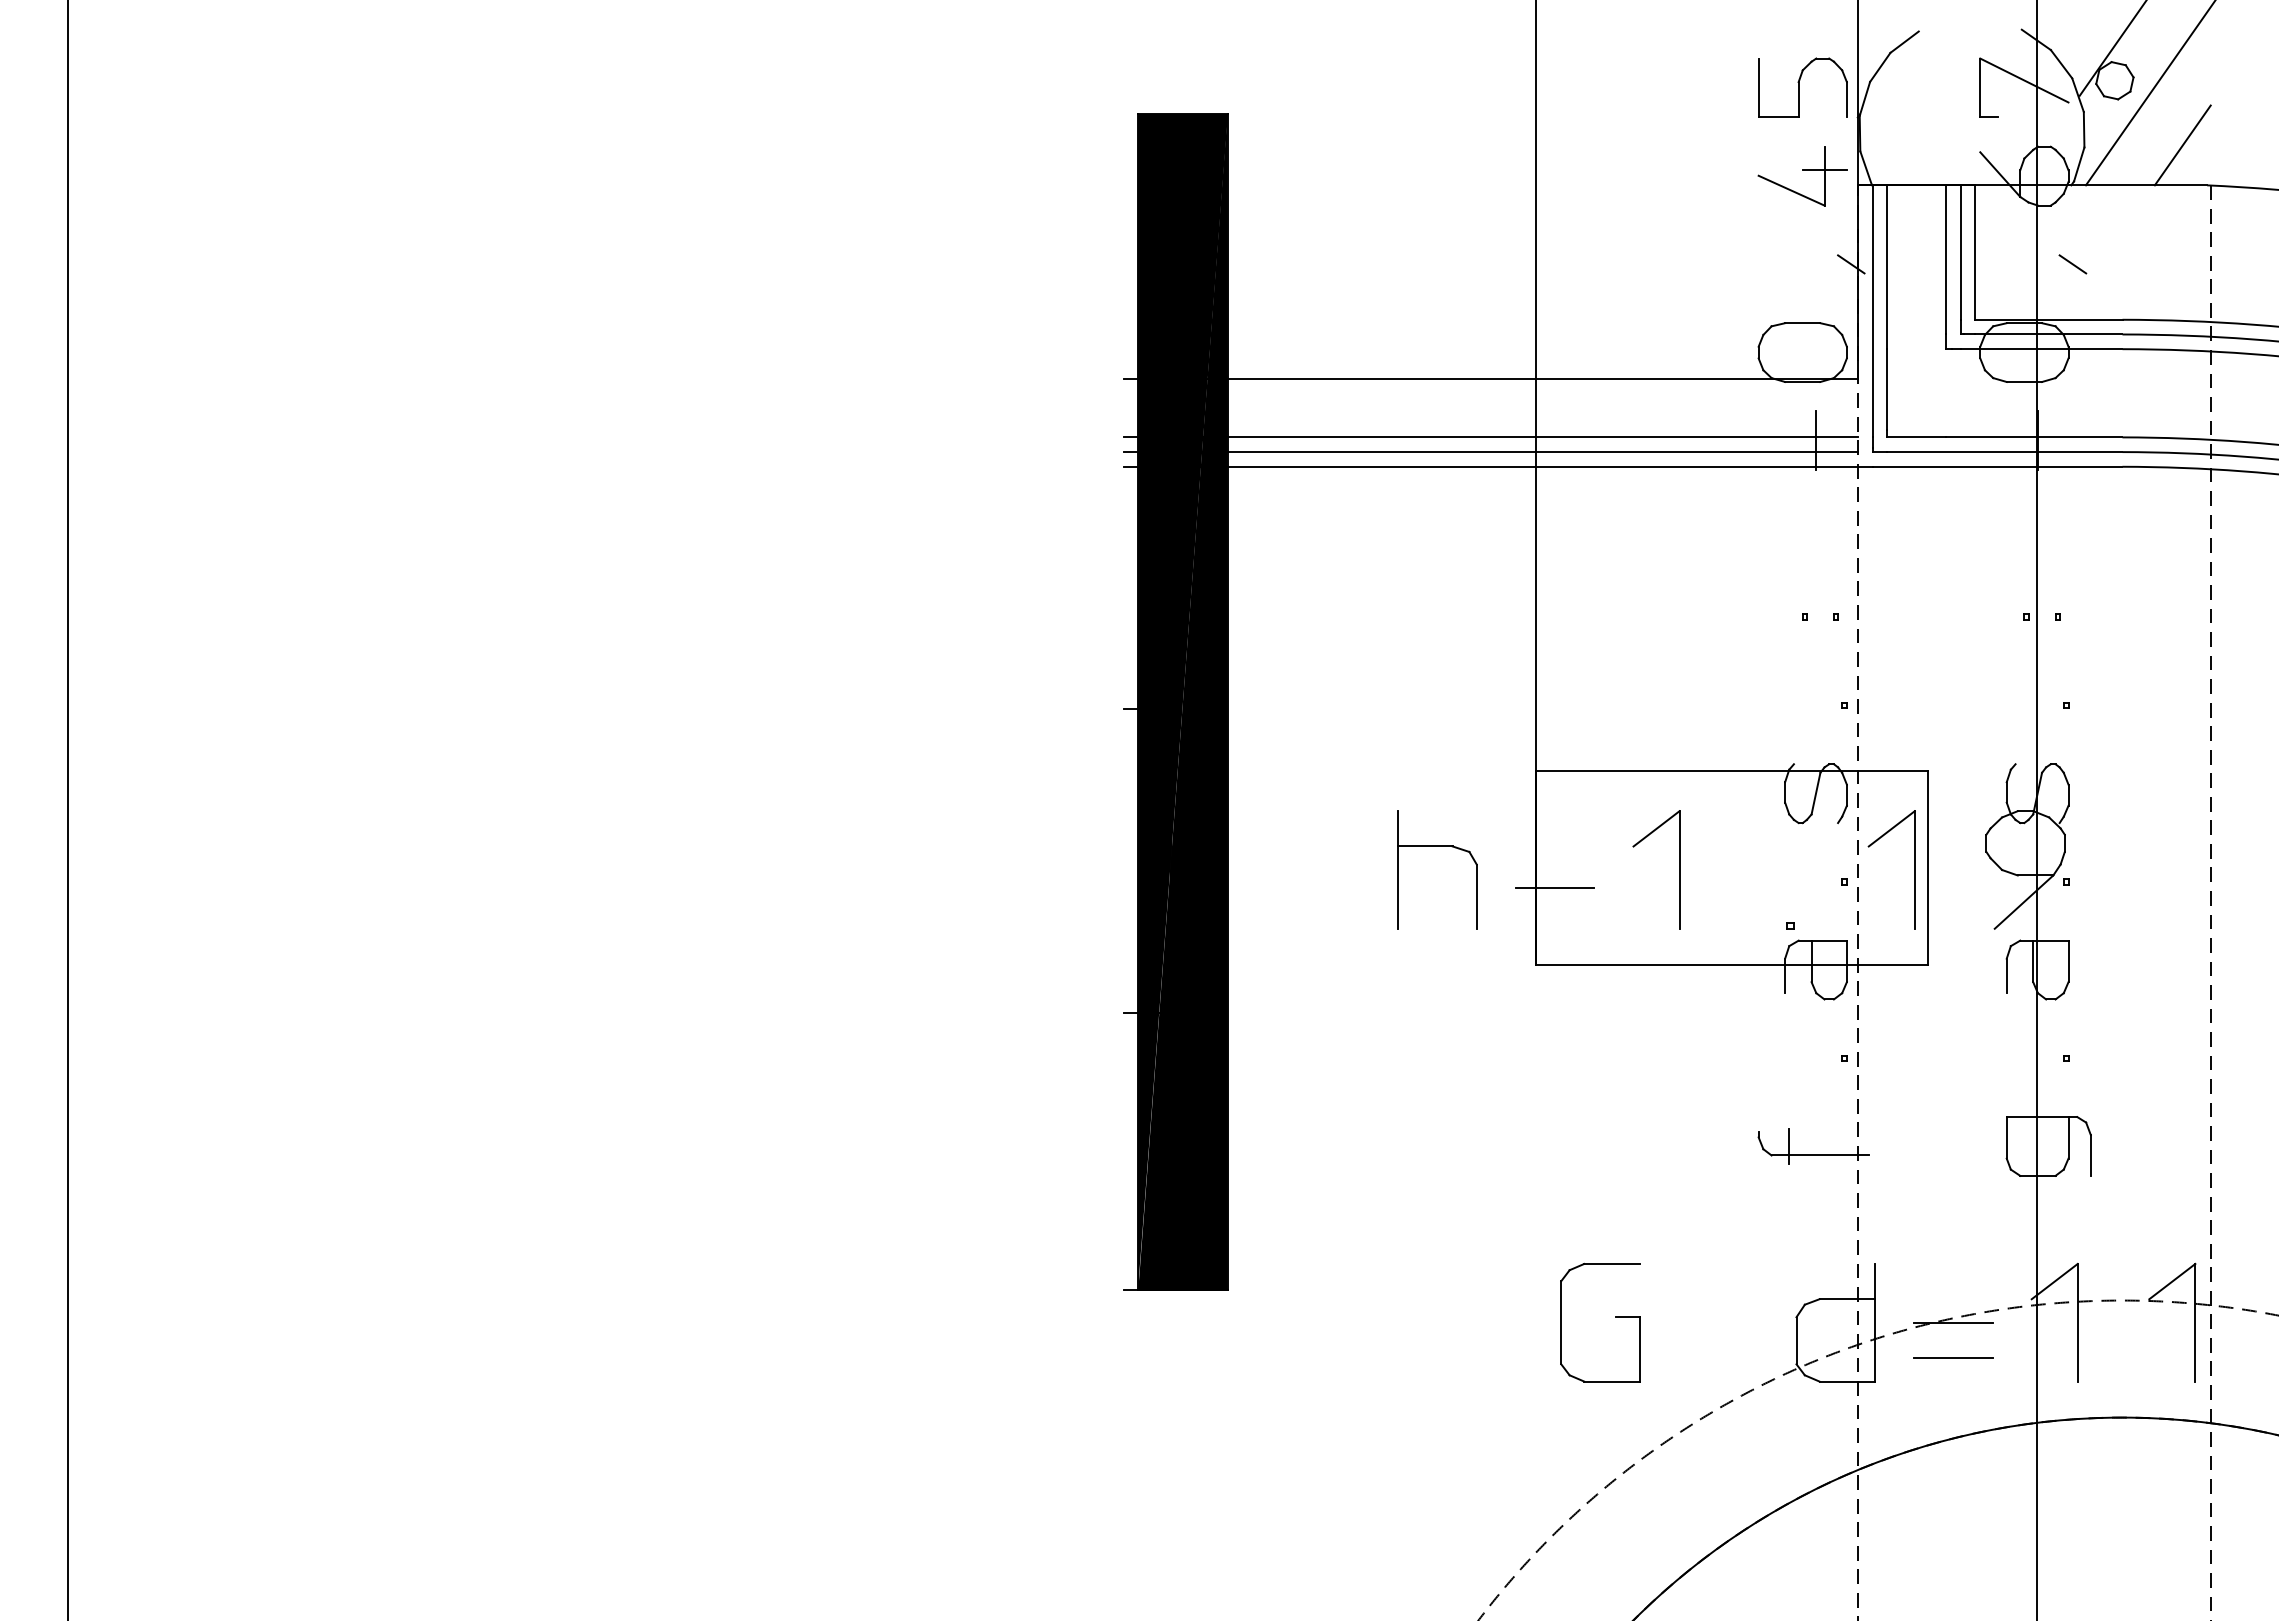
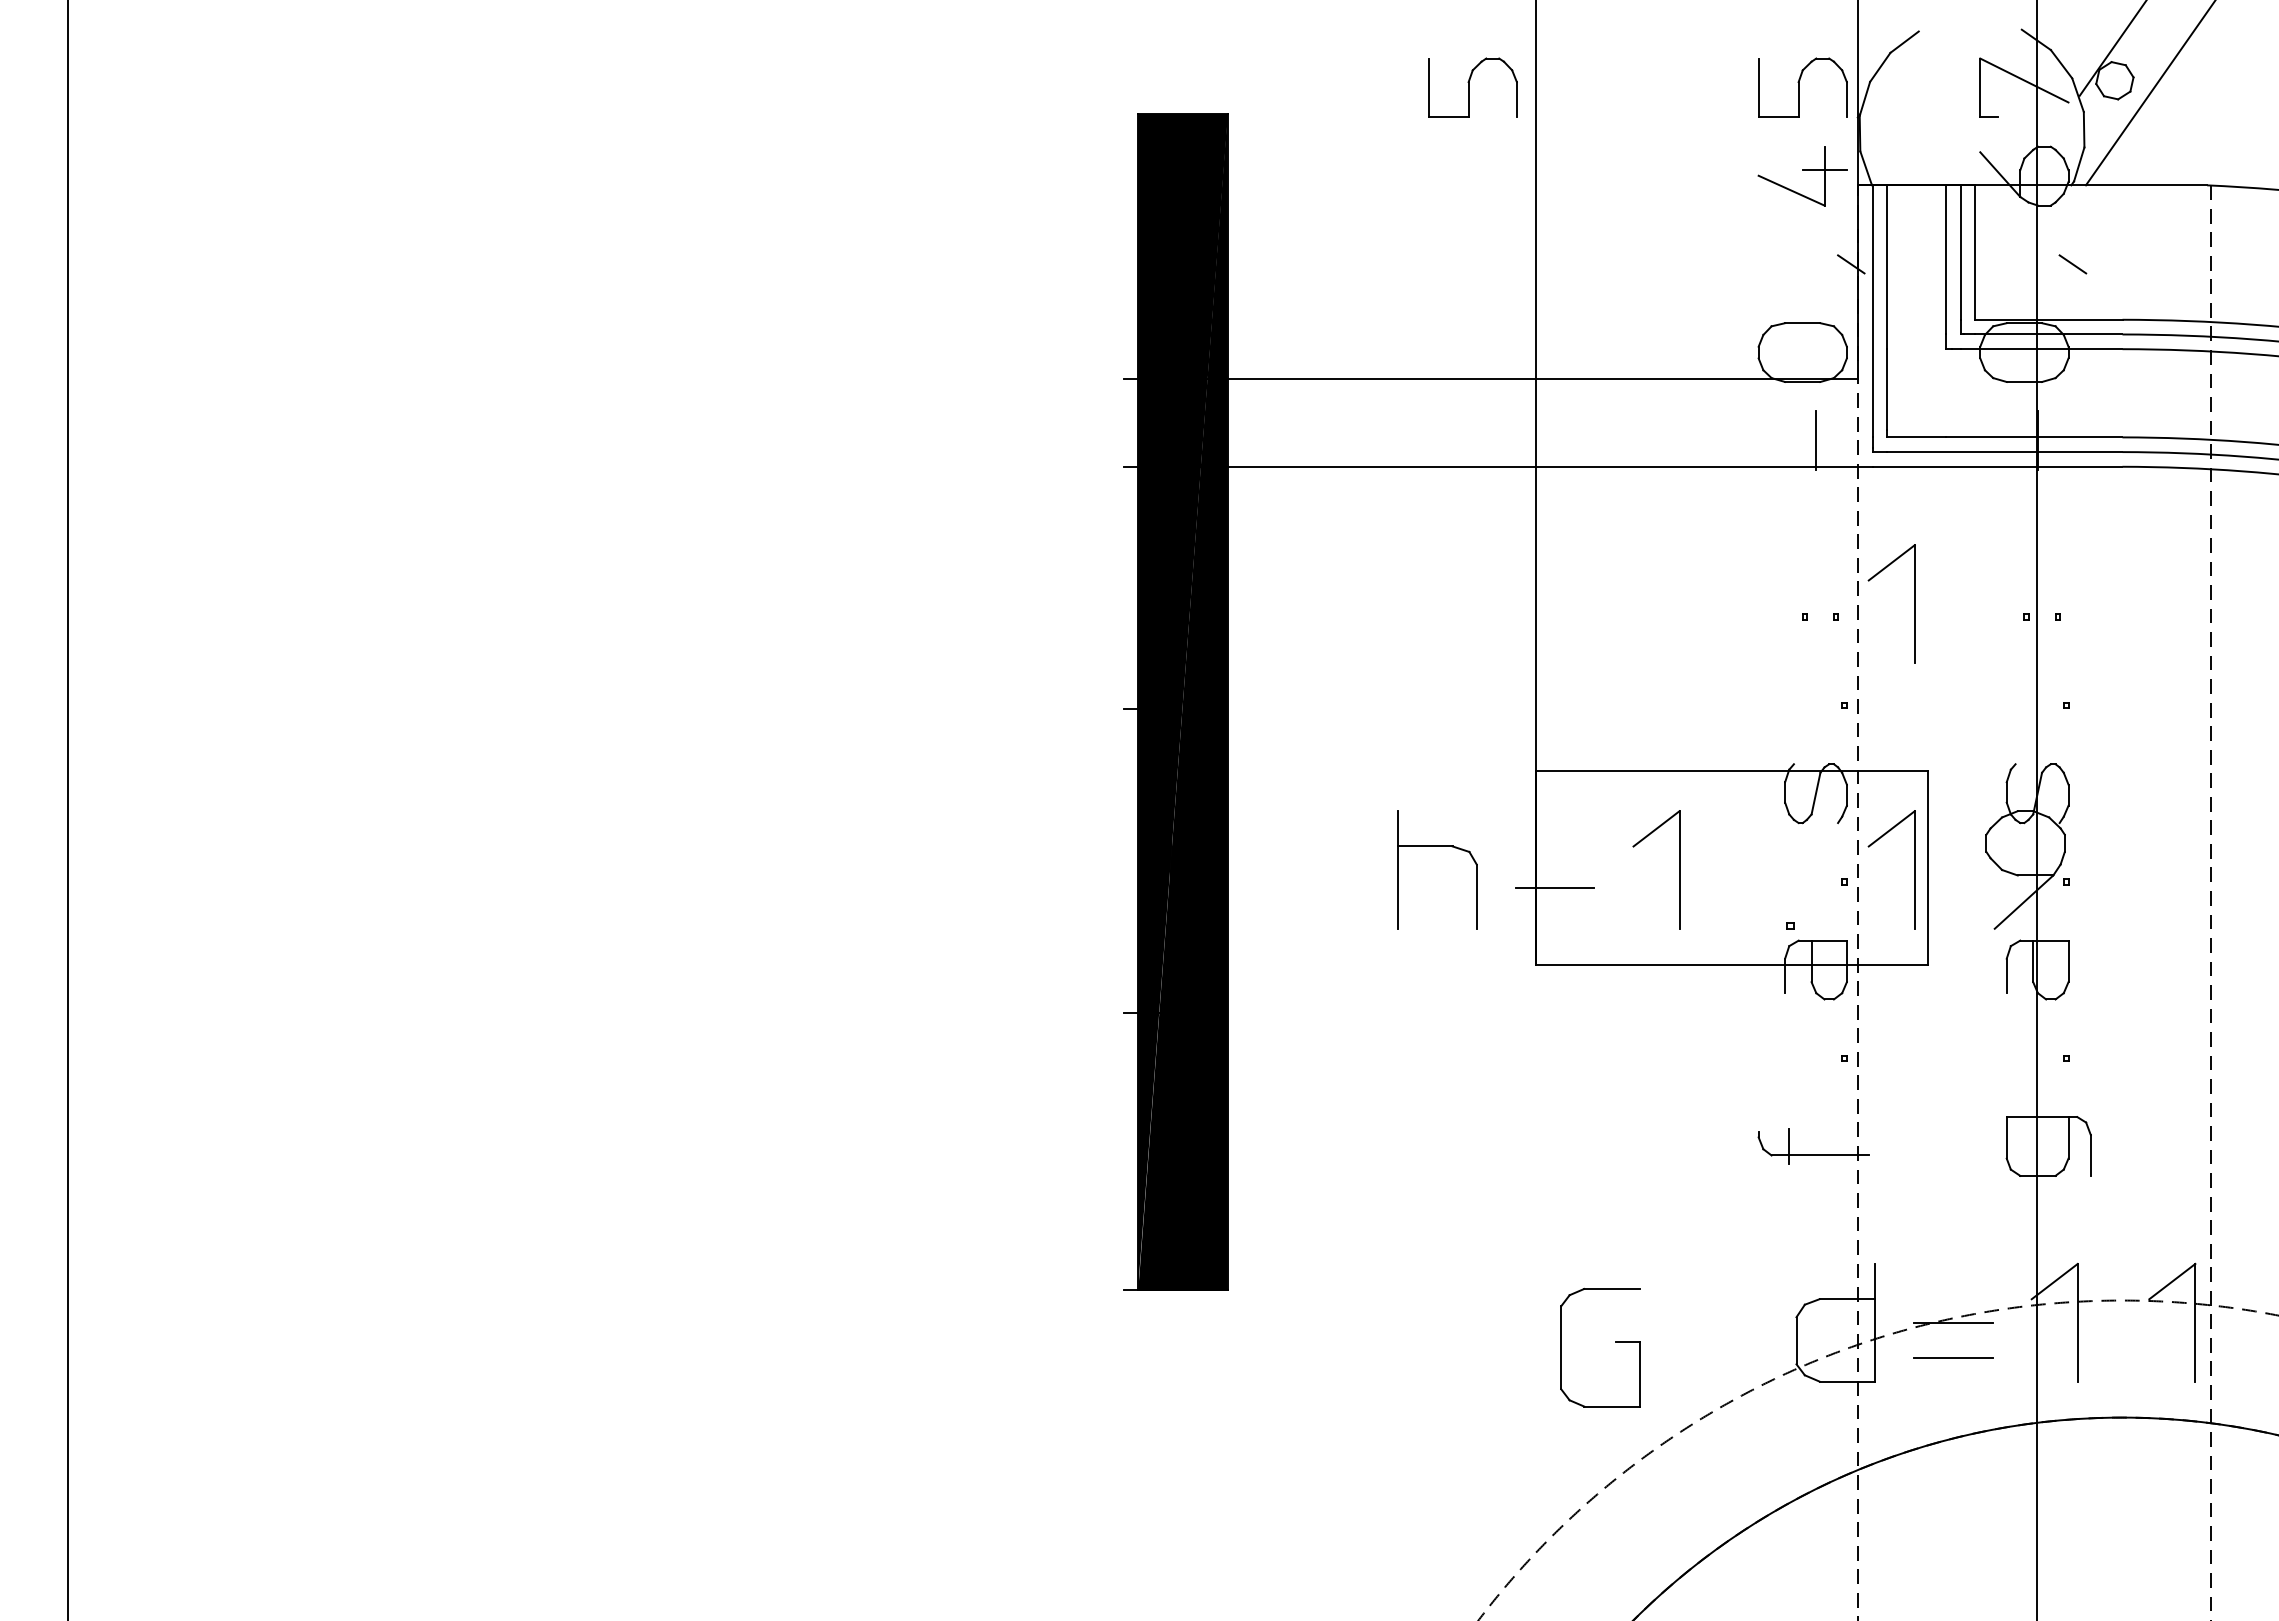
part at (1472, 87): none -> present
line at (2182, 145): present -> none
line at (1490, 437): present -> none
line at (1490, 452): present -> none
part at (1914, 603): none -> present
part at (1615, 1317) position: (1615, 1317) -> (1615, 1342)
